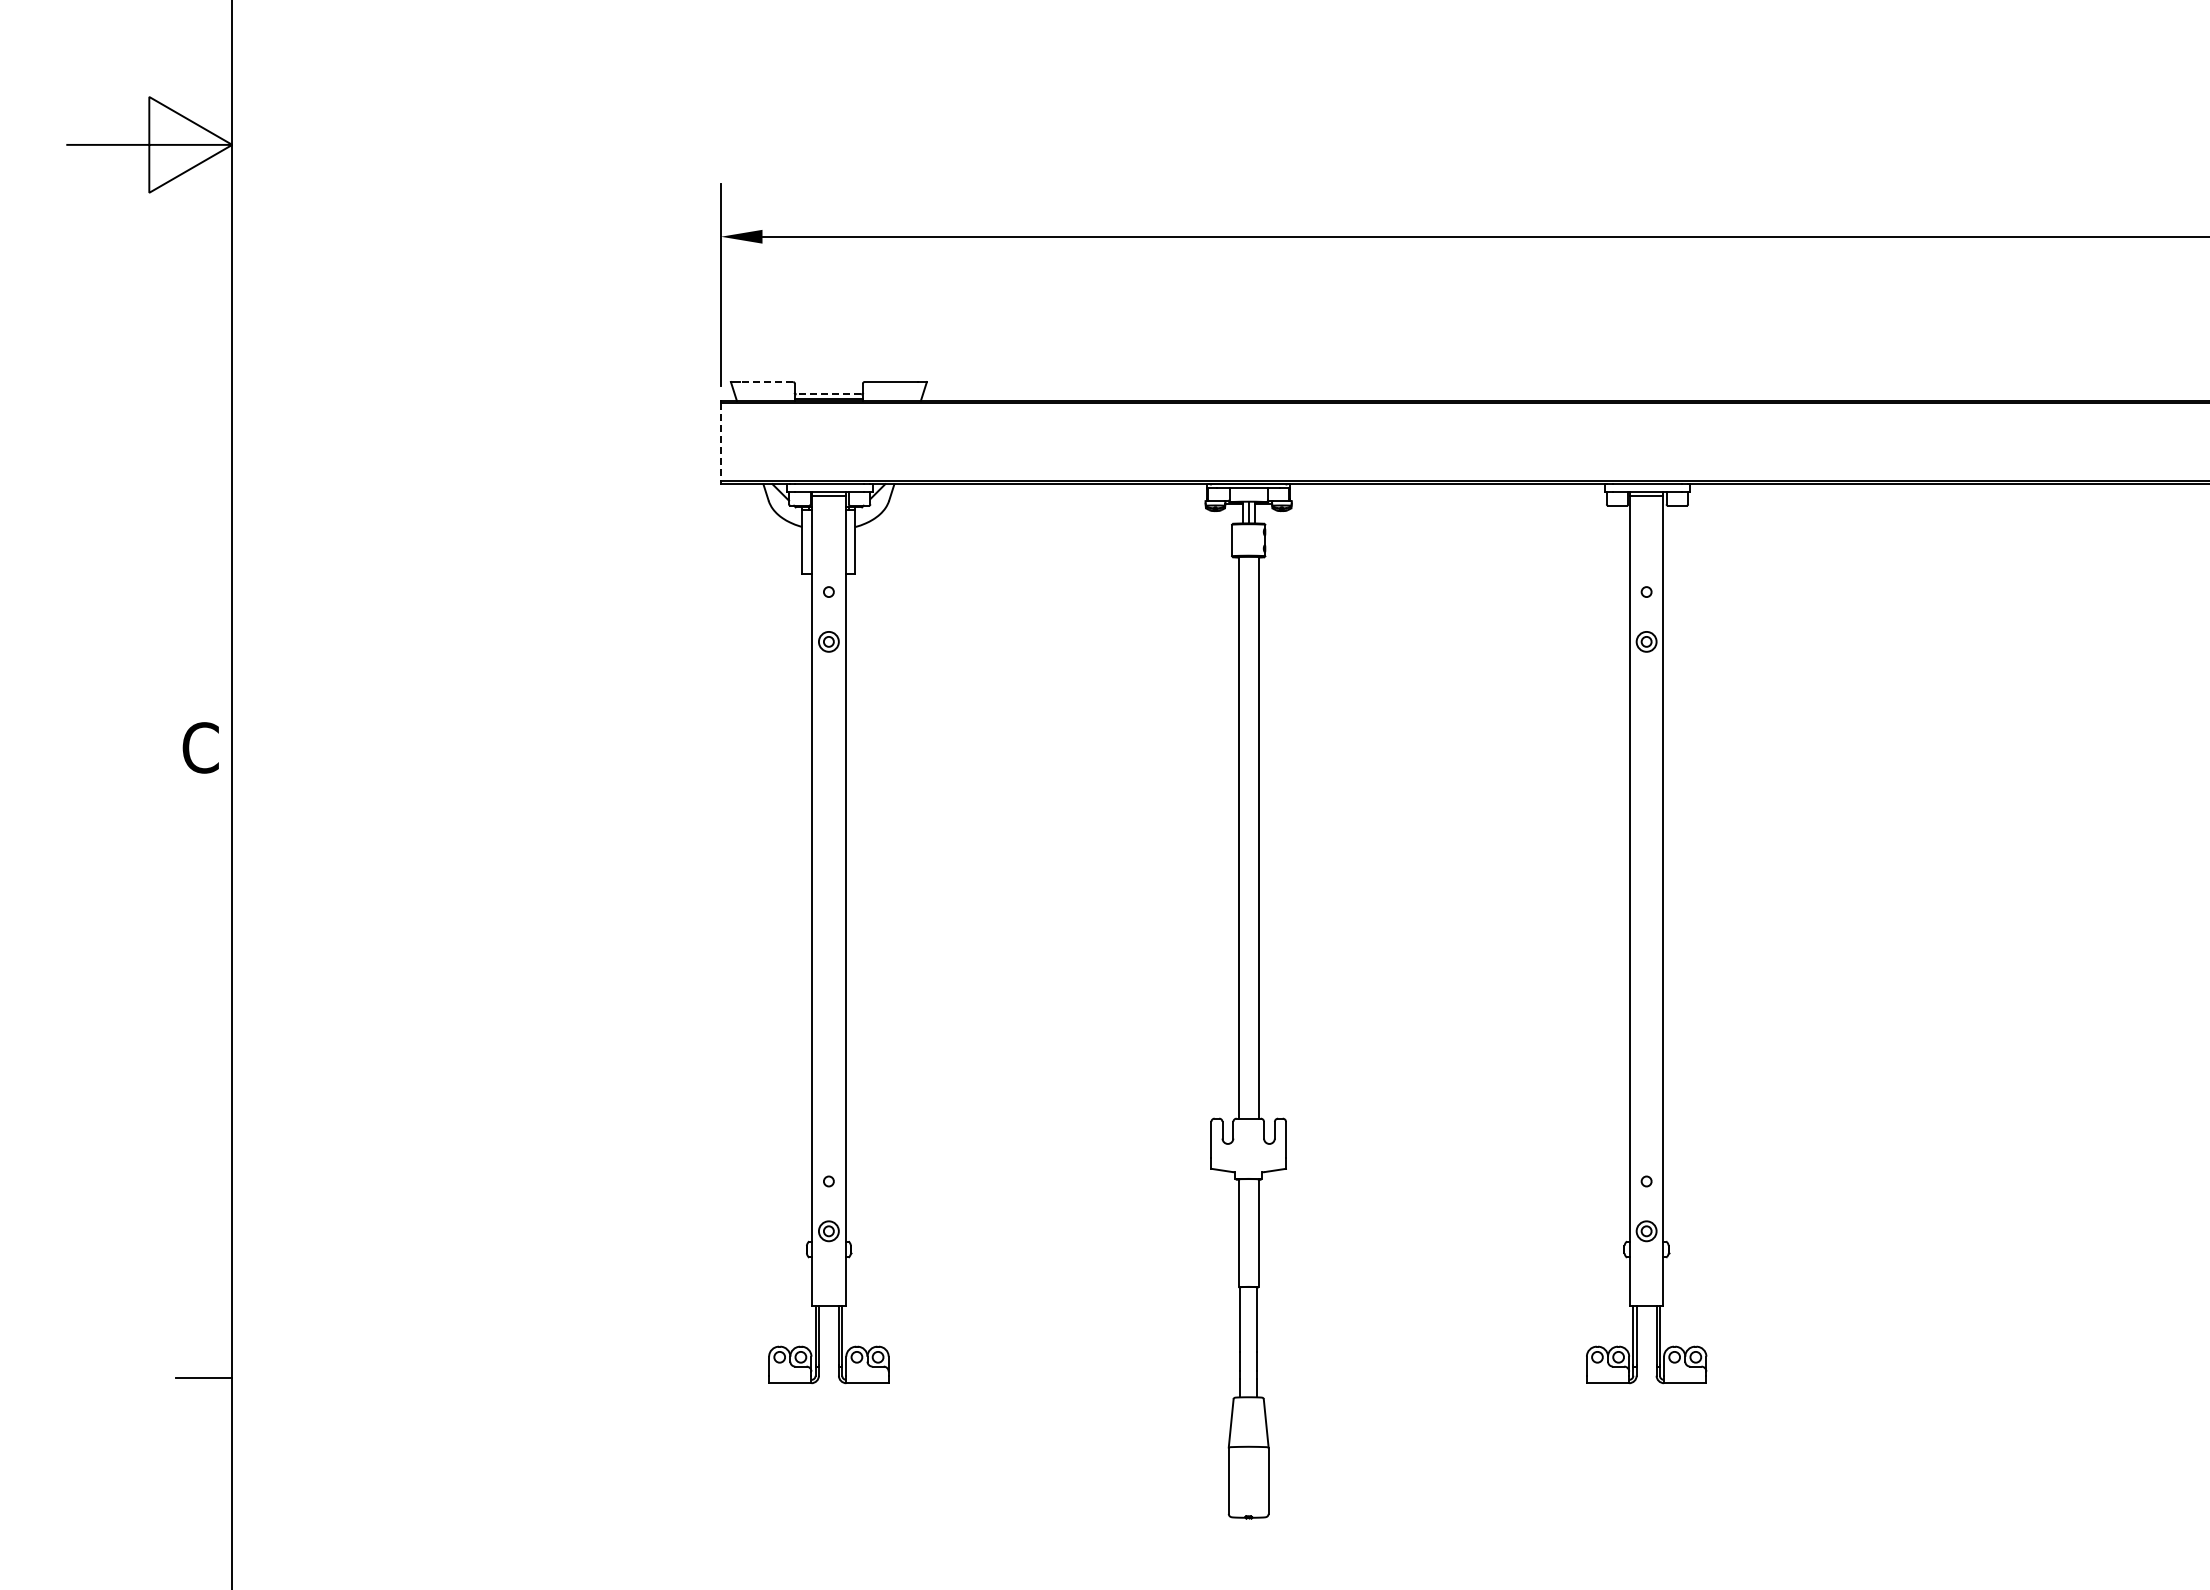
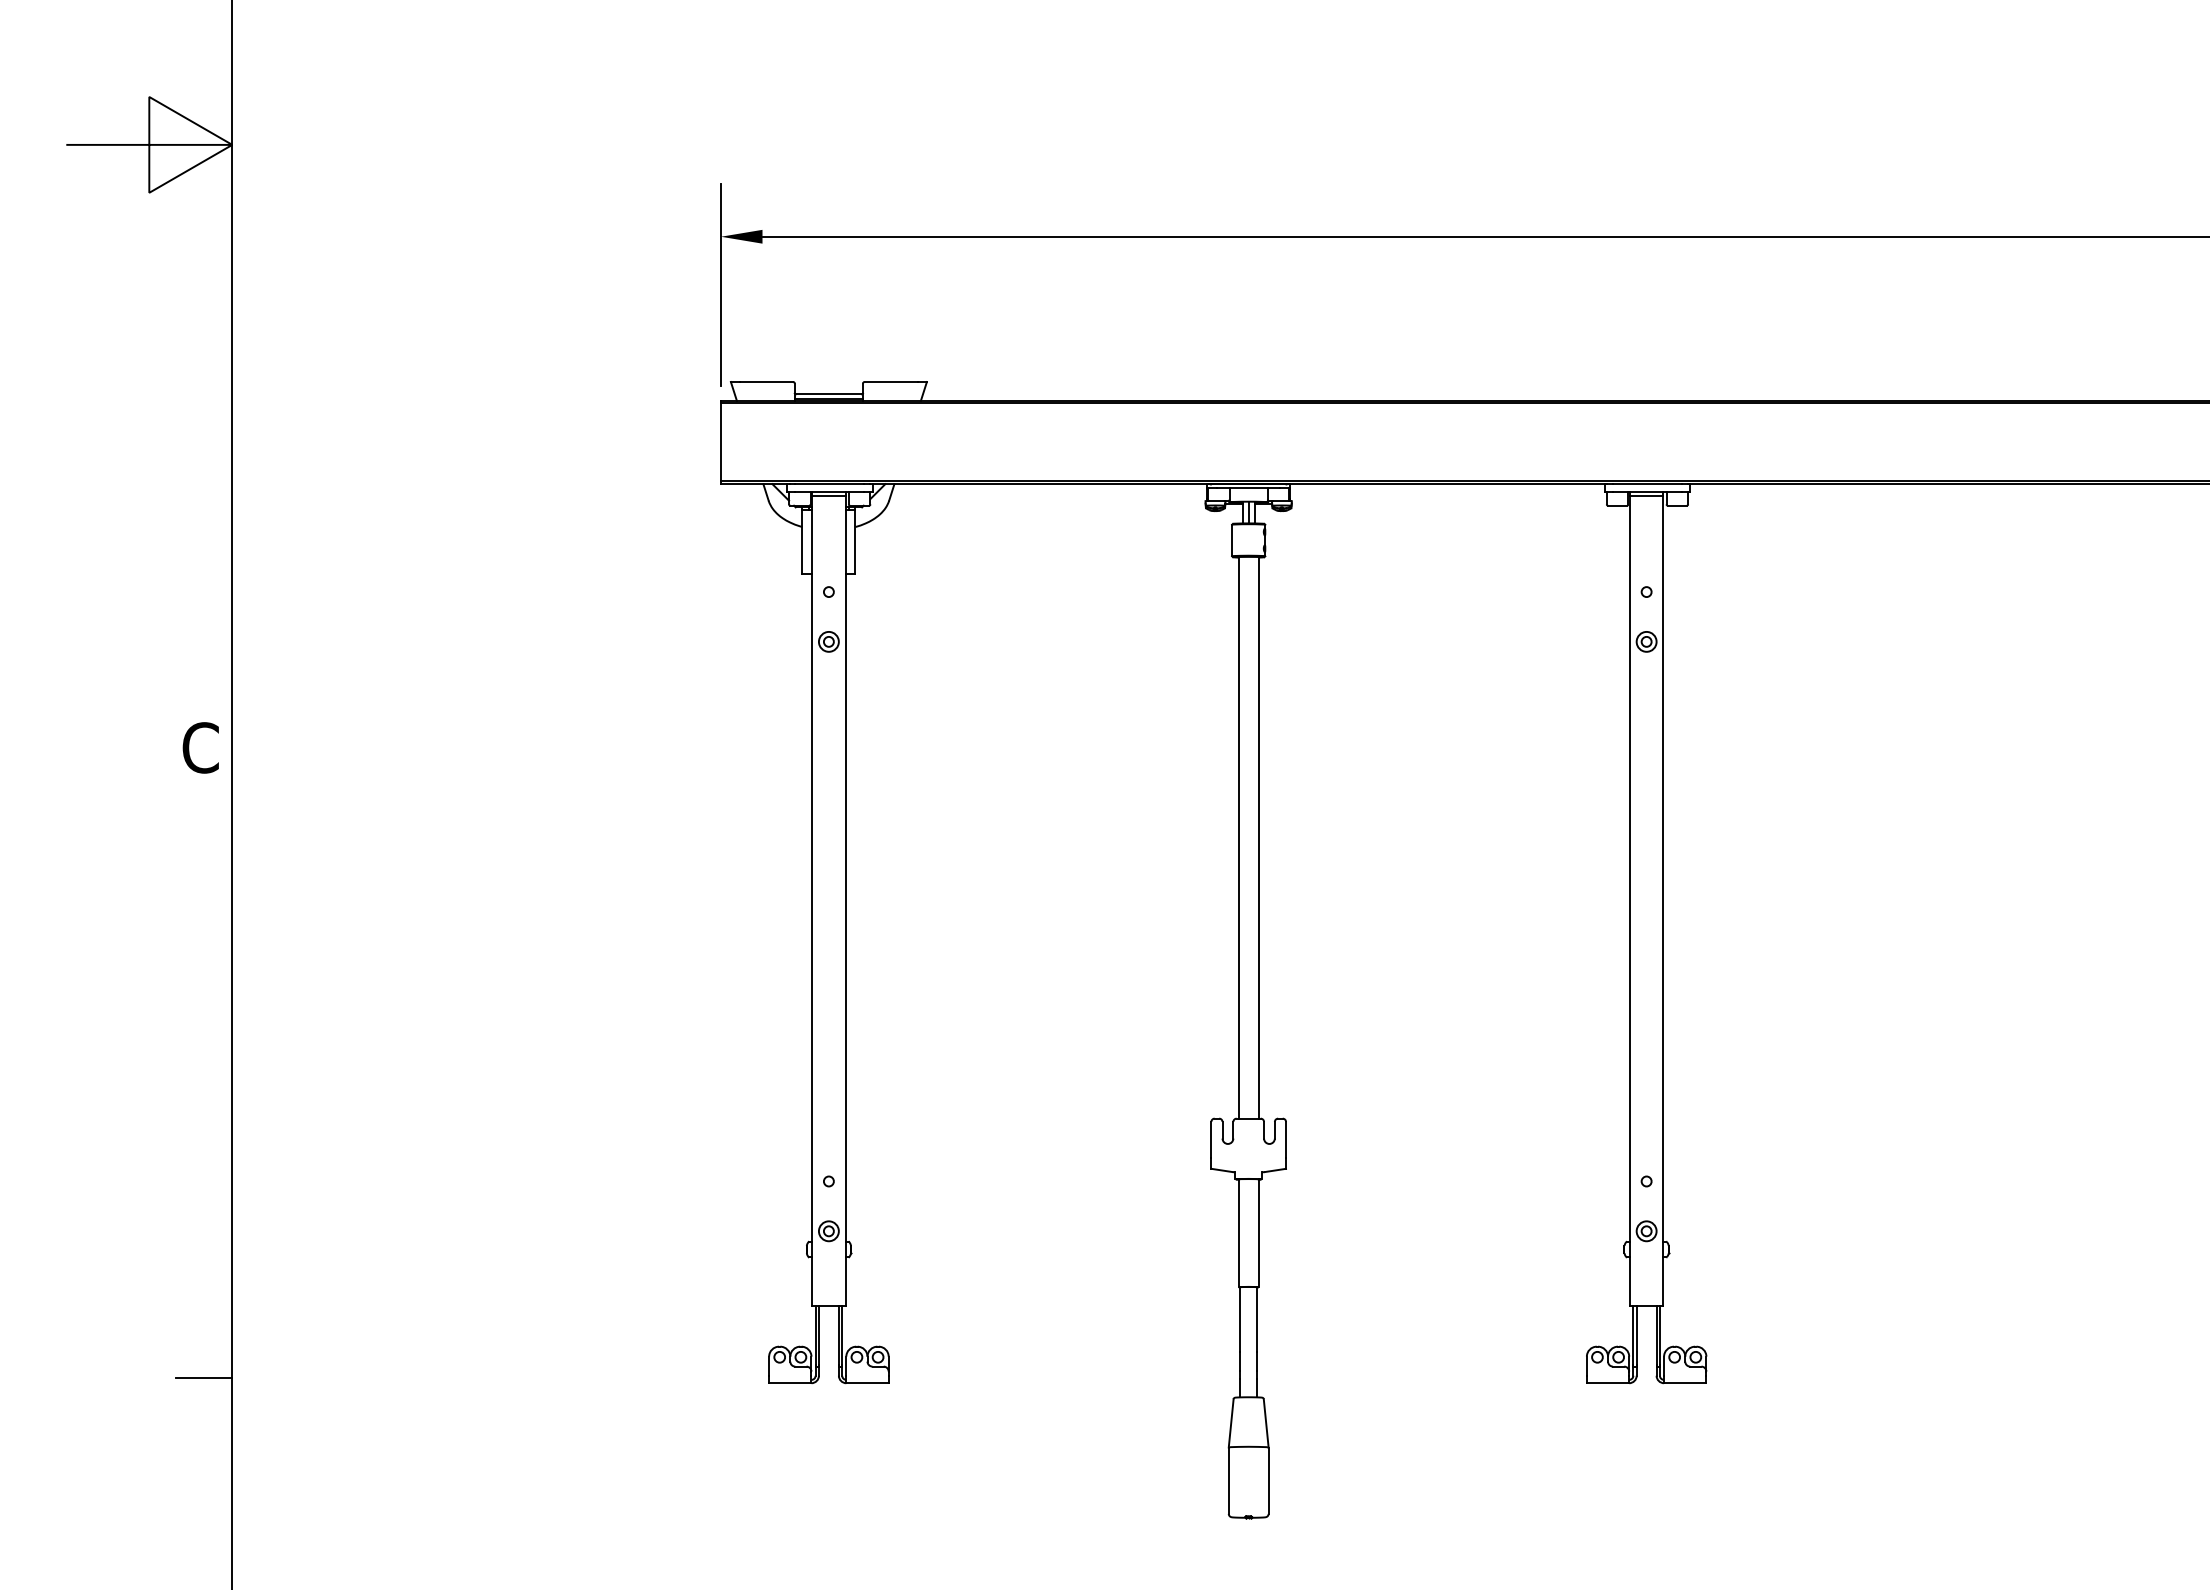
line at (766, 382): dashed -> solid
line at (828, 394): dashed -> solid
line at (720, 442): dashed -> solid
